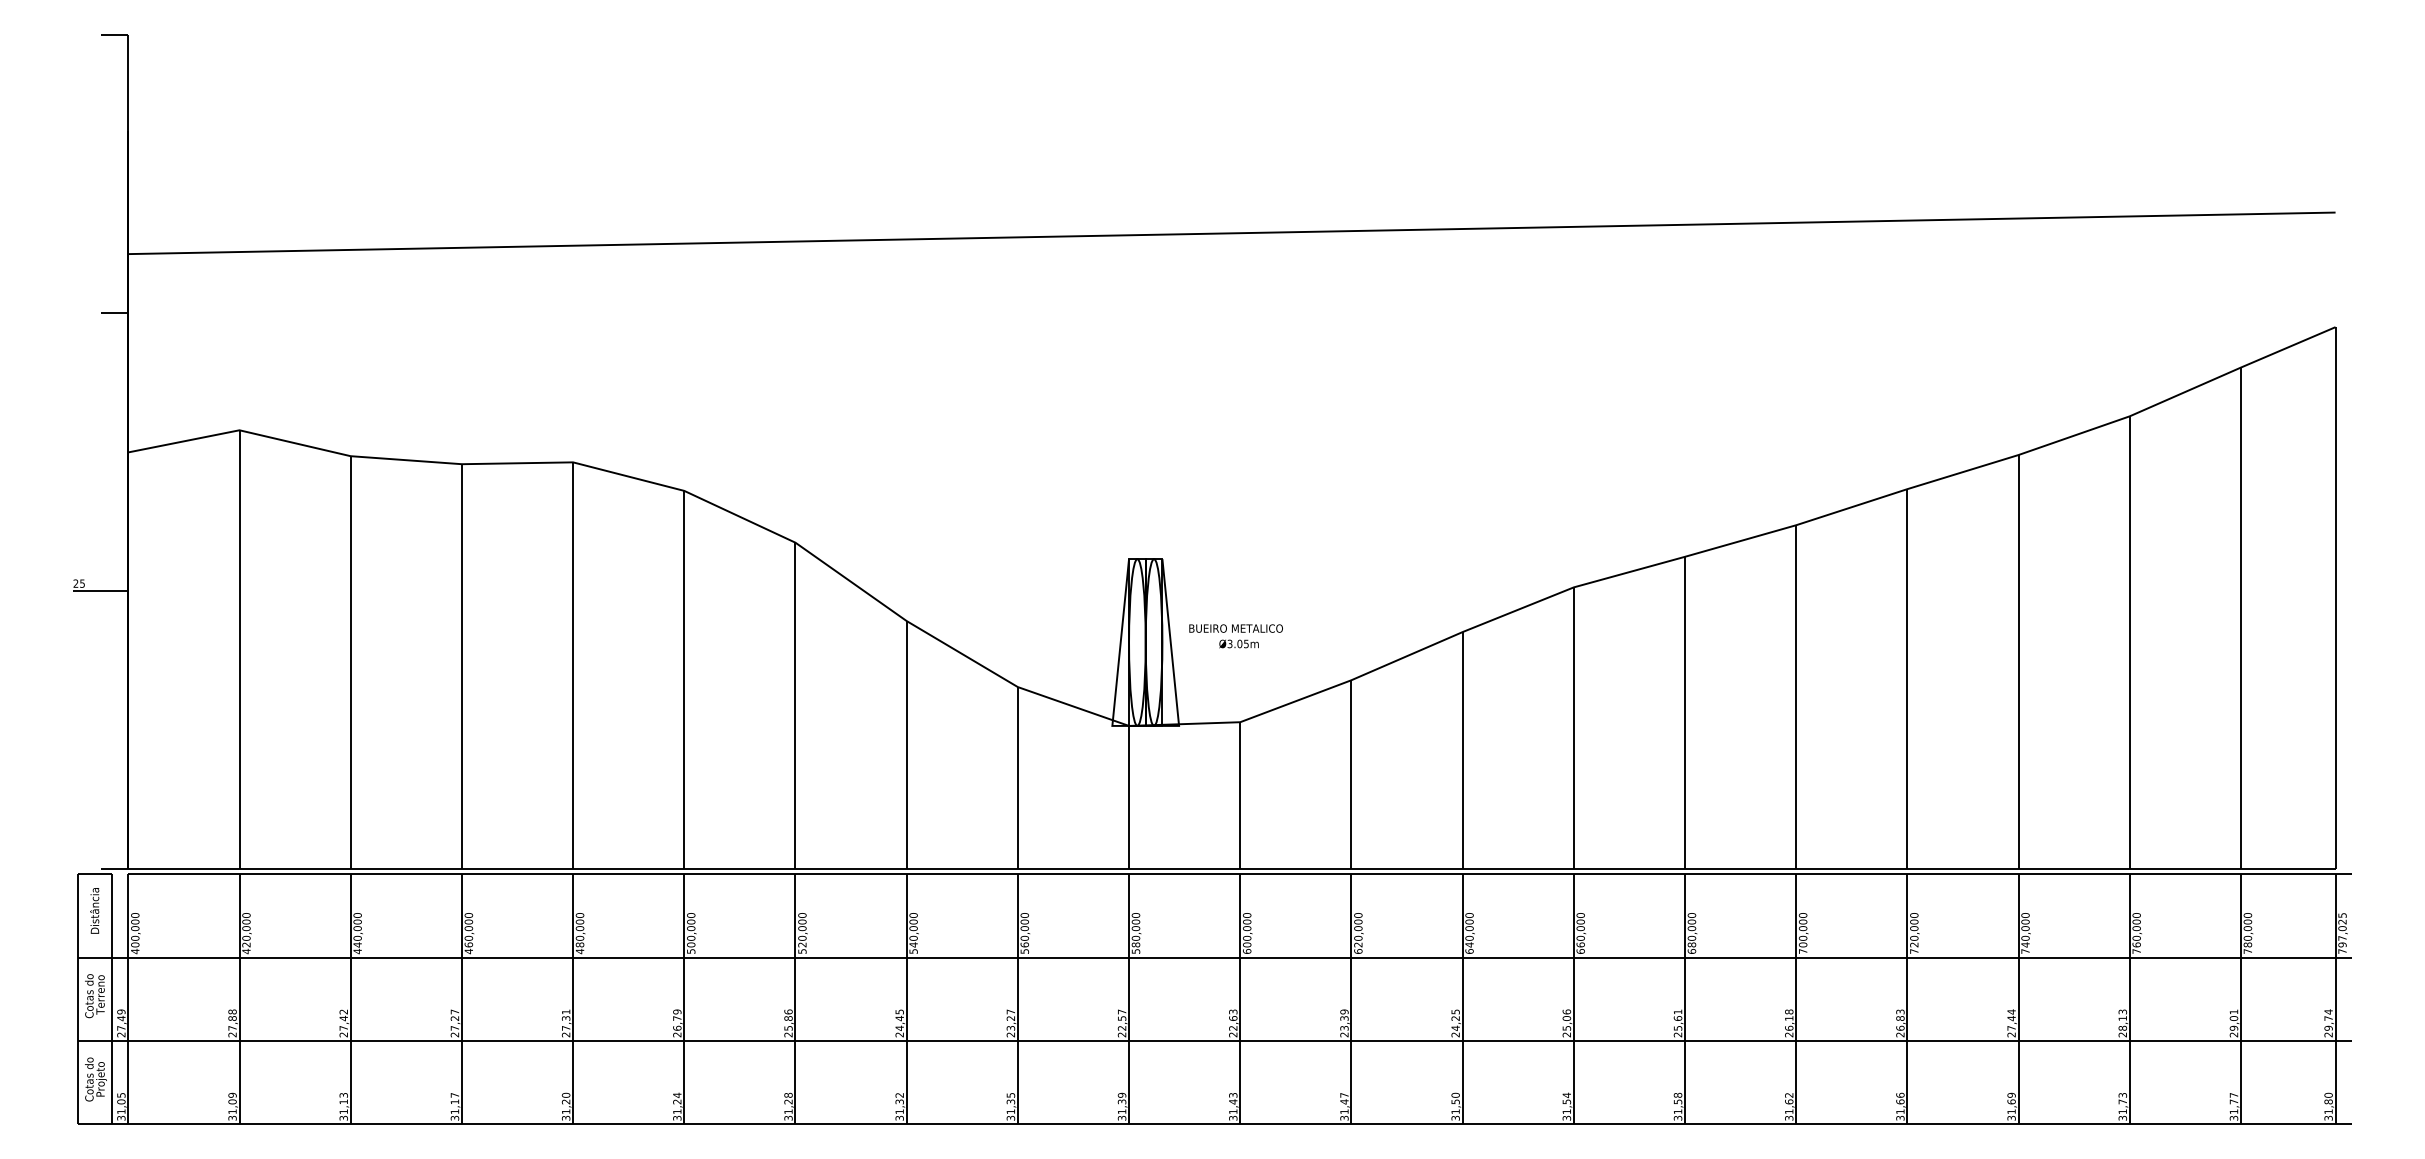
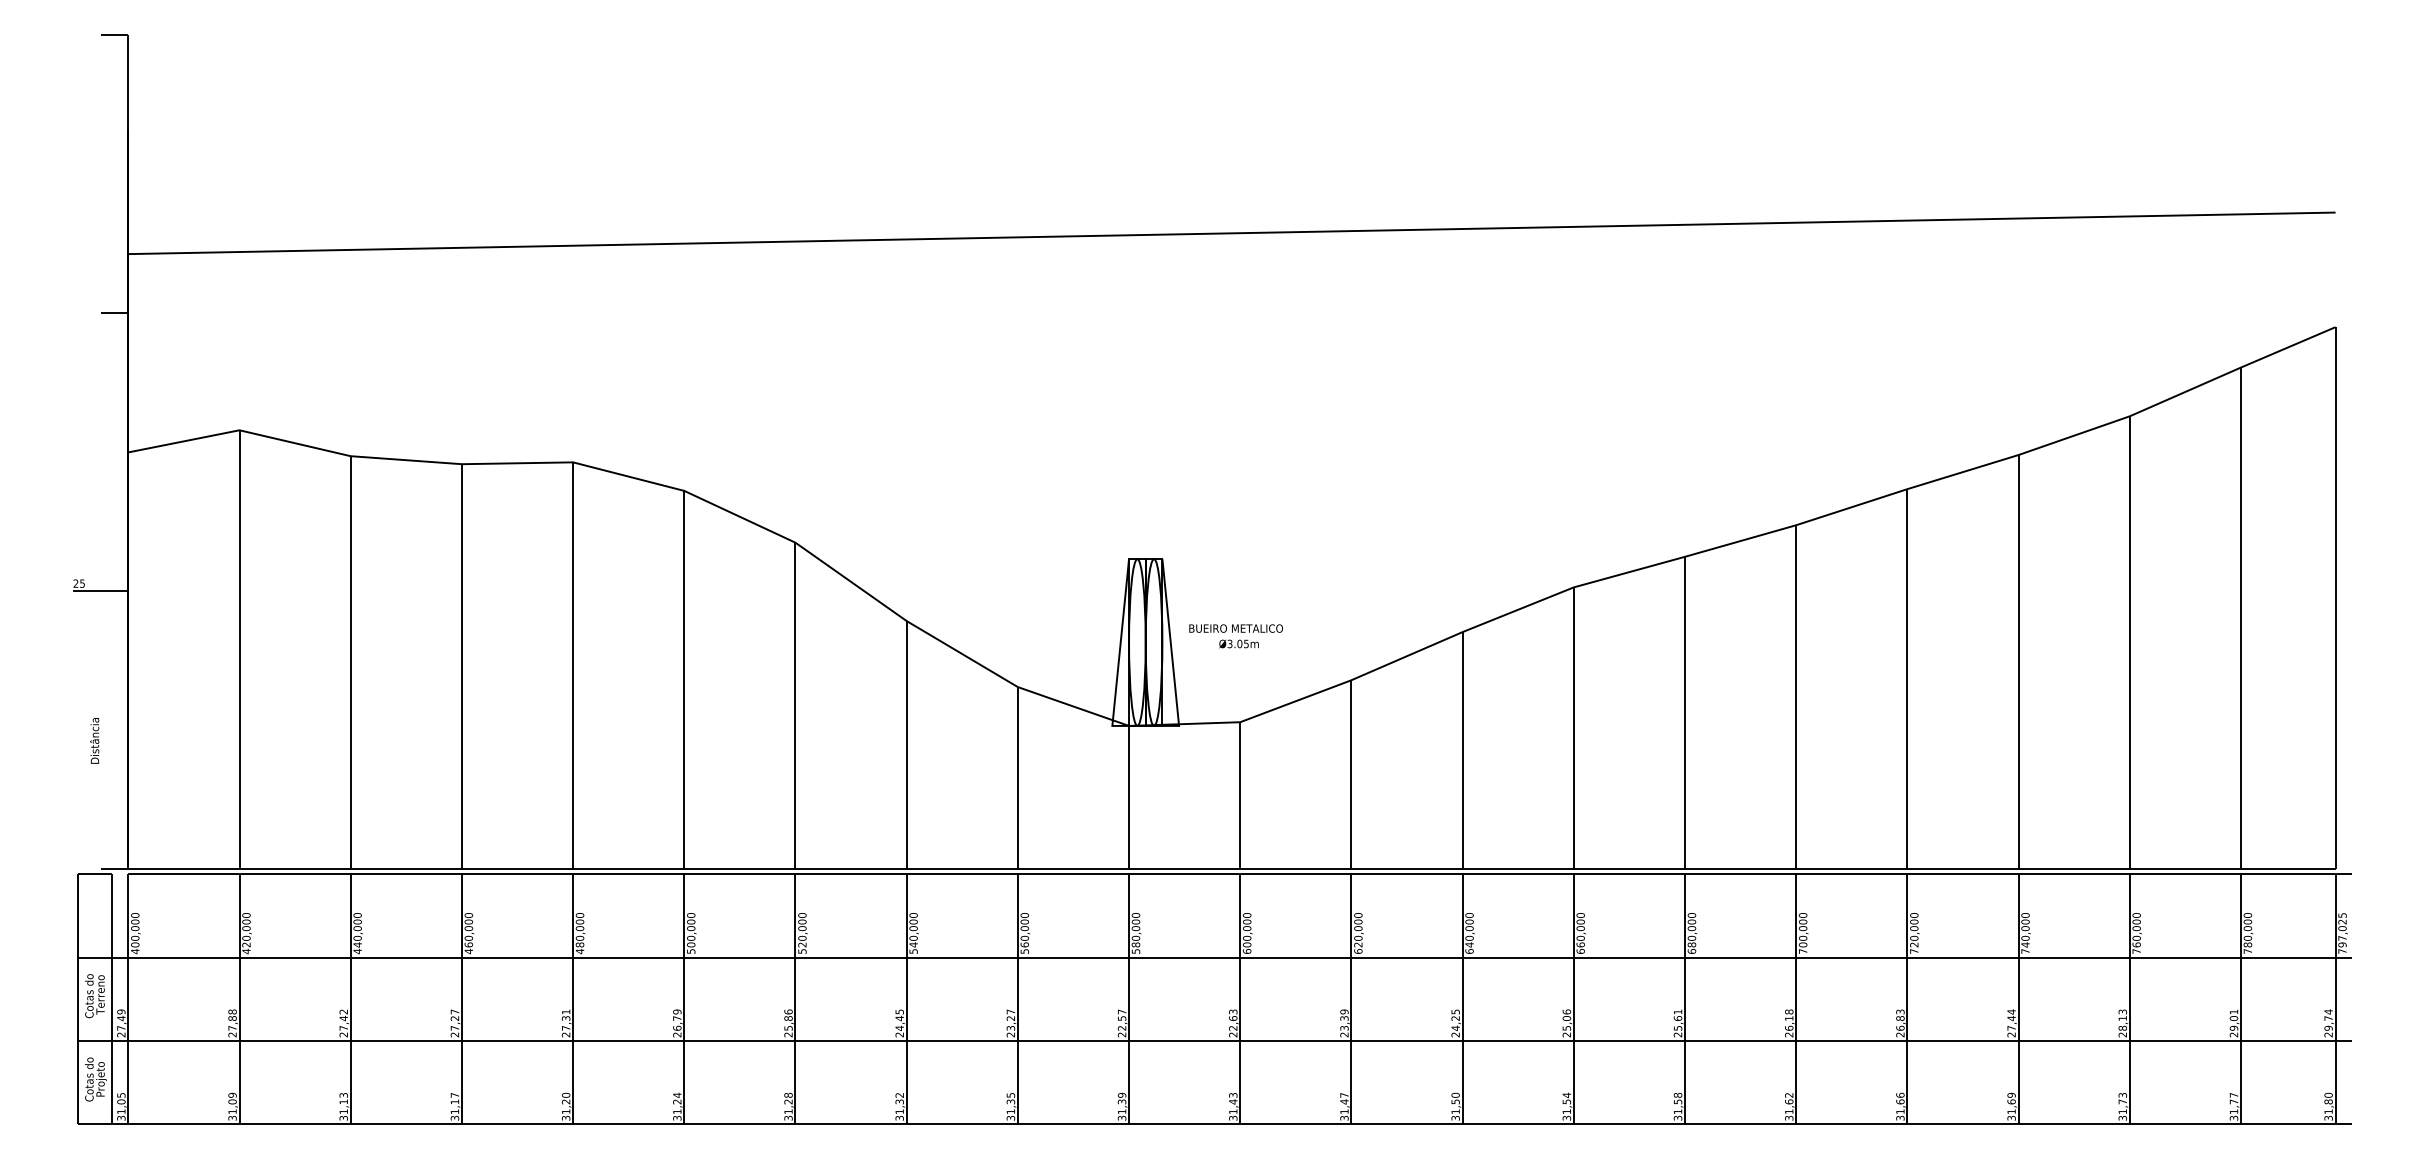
text at (94, 910) position: (94, 910) -> (94, 740)
